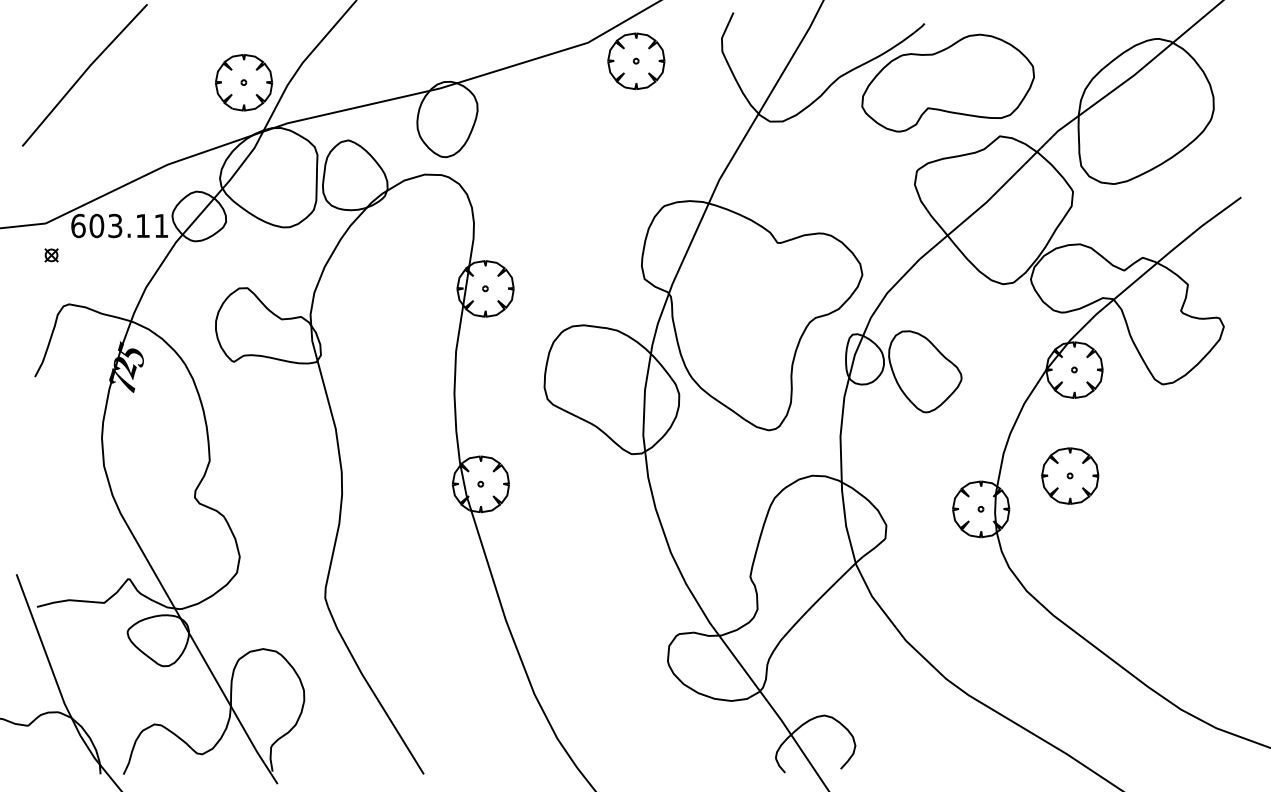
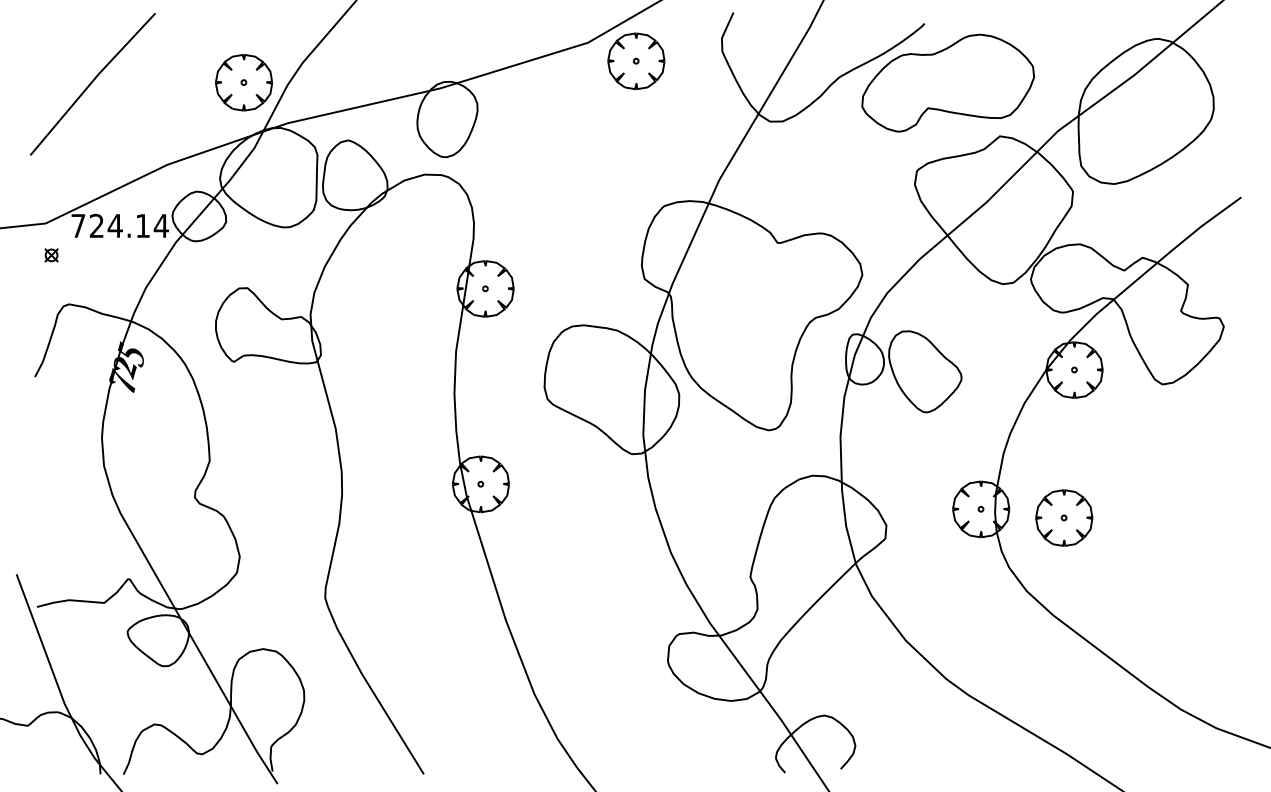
line at (84, 74) position: (84, 74) -> (92, 83)
text at (120, 225): 603.11 -> 724.14
part at (1070, 475) position: (1070, 475) -> (1064, 517)
